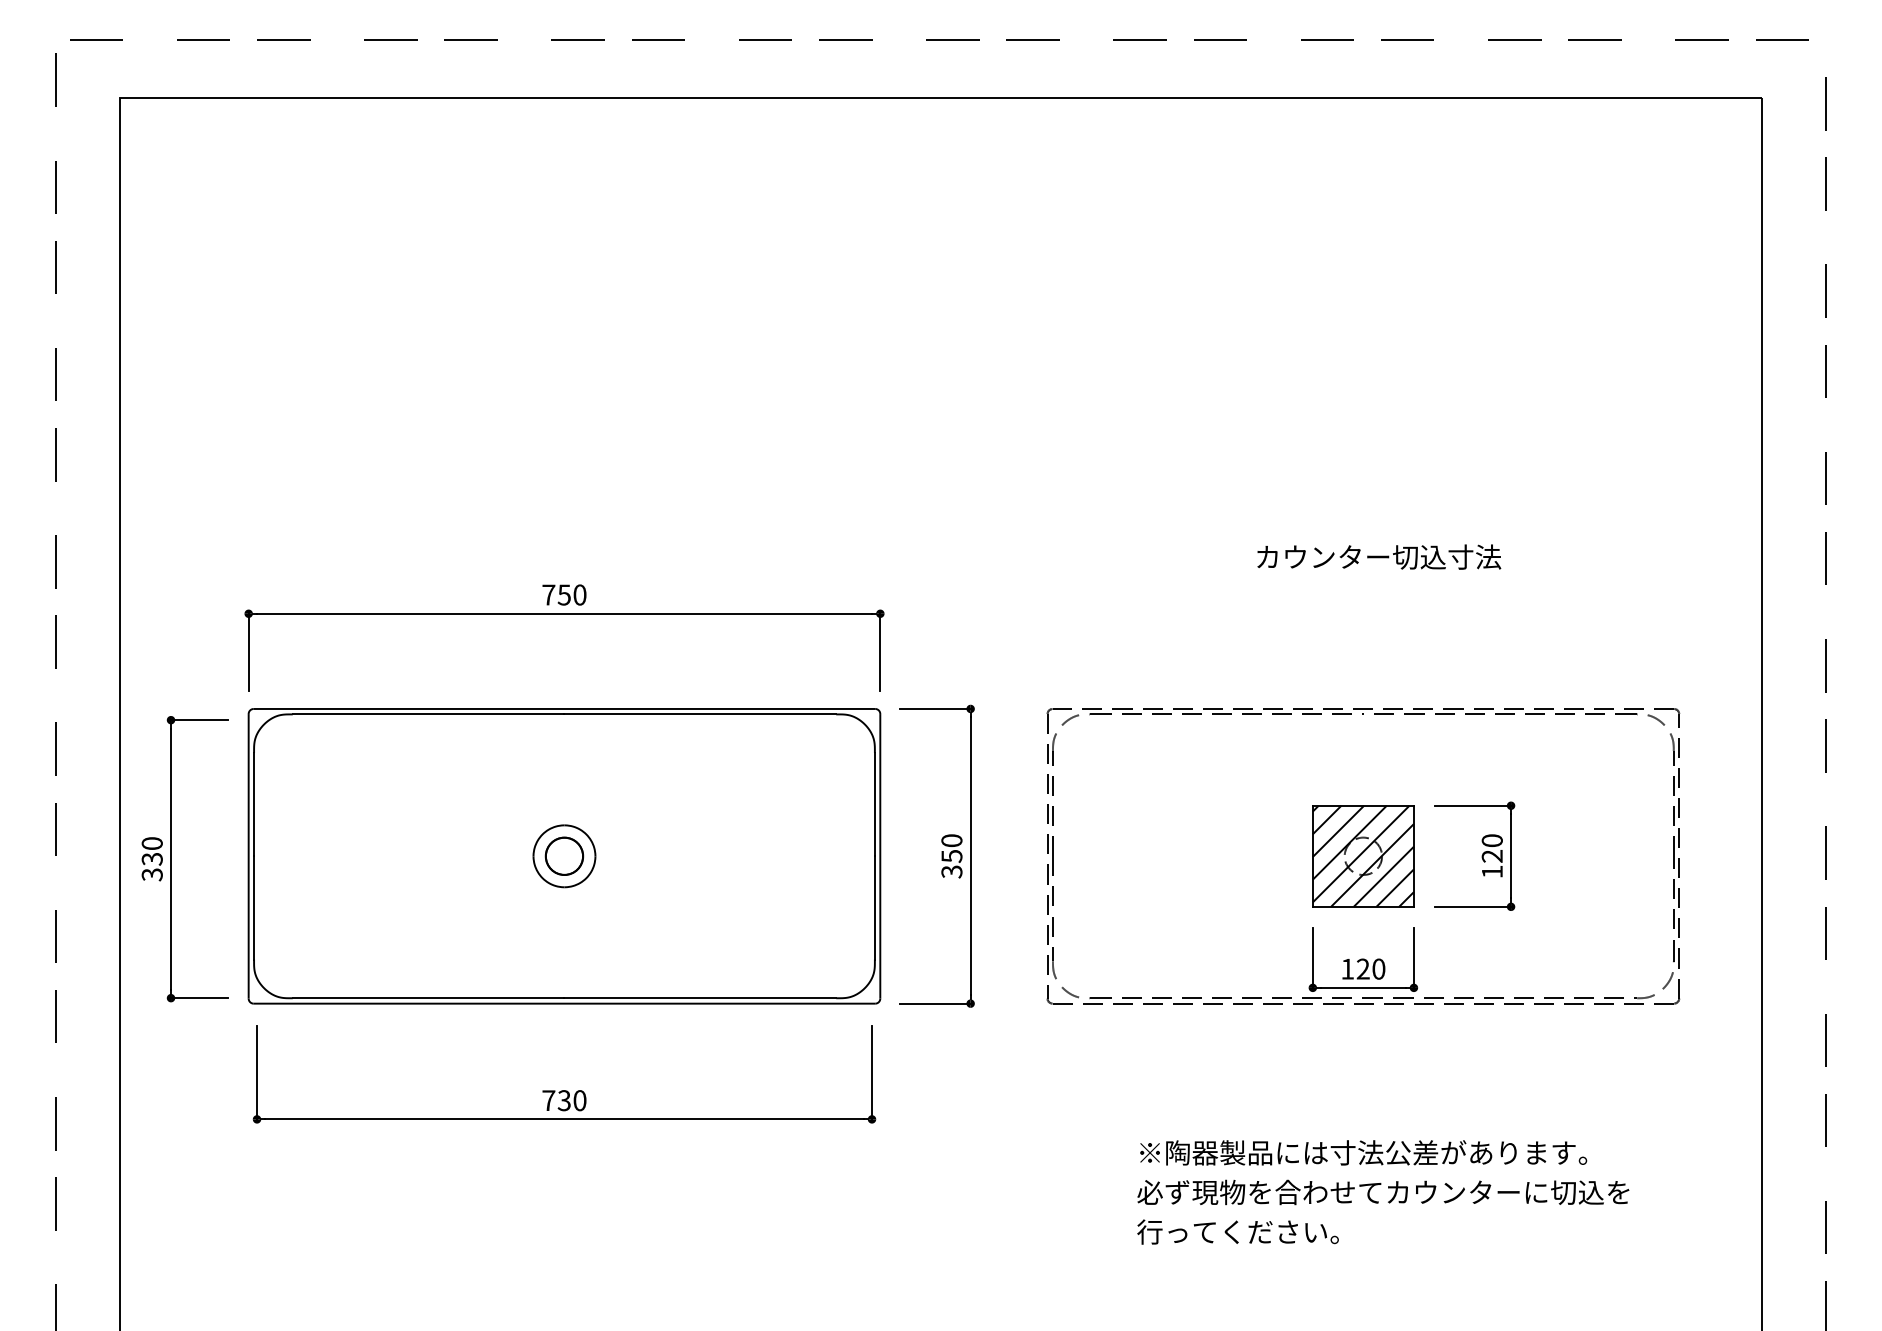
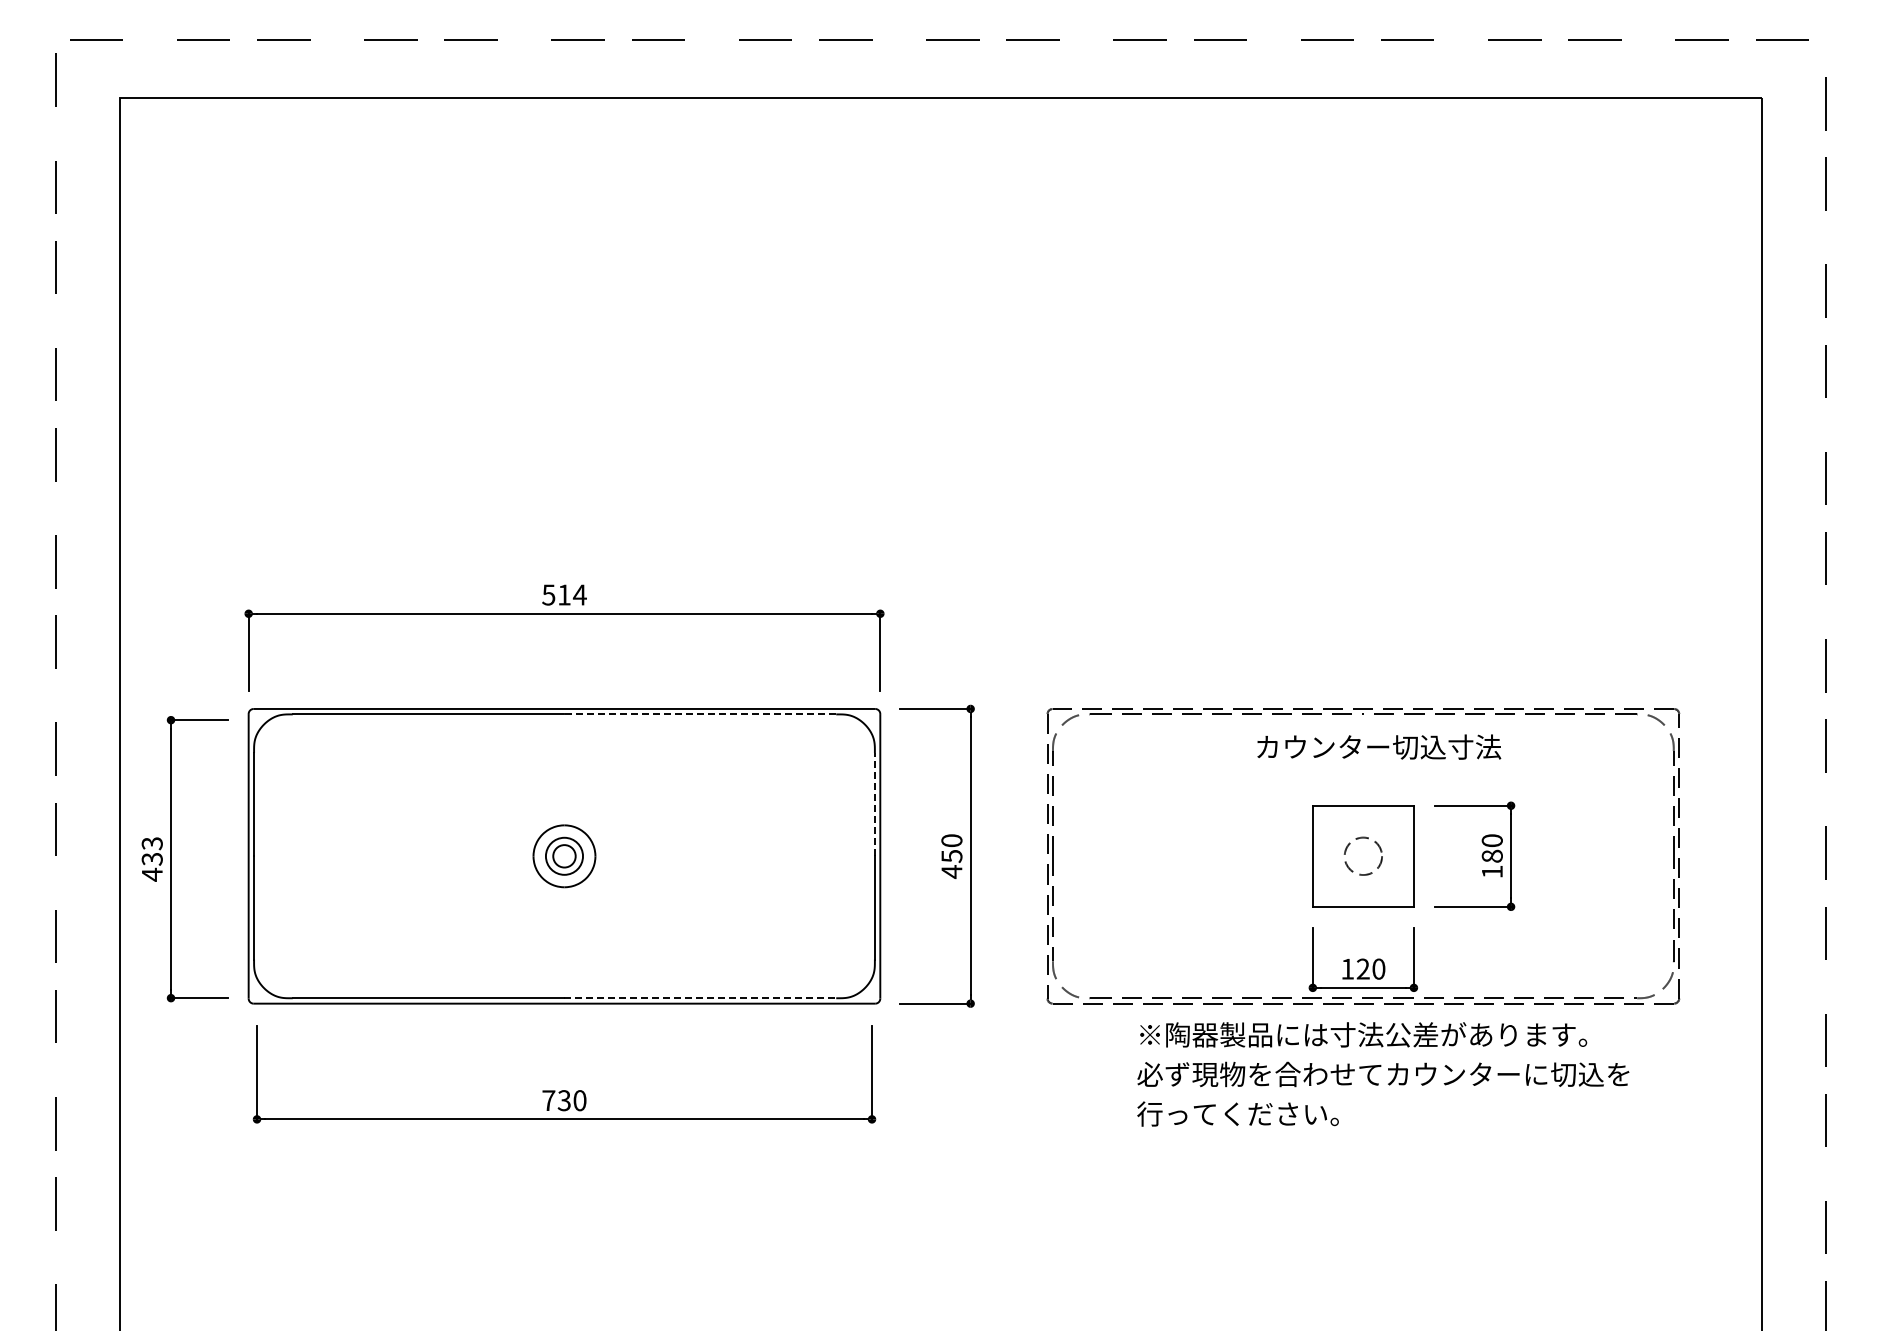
text at (1379, 556) position: (1379, 556) -> (1379, 746)
text at (564, 594): 750 -> 514
line at (700, 714): solid -> dashed
line at (874, 804): solid -> dashed
hatch at (1362, 855): present -> none
text at (1491, 855): 120 -> 180
circle at (564, 856) diameter: 37 px -> 22 px
text at (151, 859): 330 -> 433
text at (951, 872): 350 -> 450
line at (700, 998): solid -> dashed
text at (1383, 1192) position: (1383, 1192) -> (1383, 1074)
